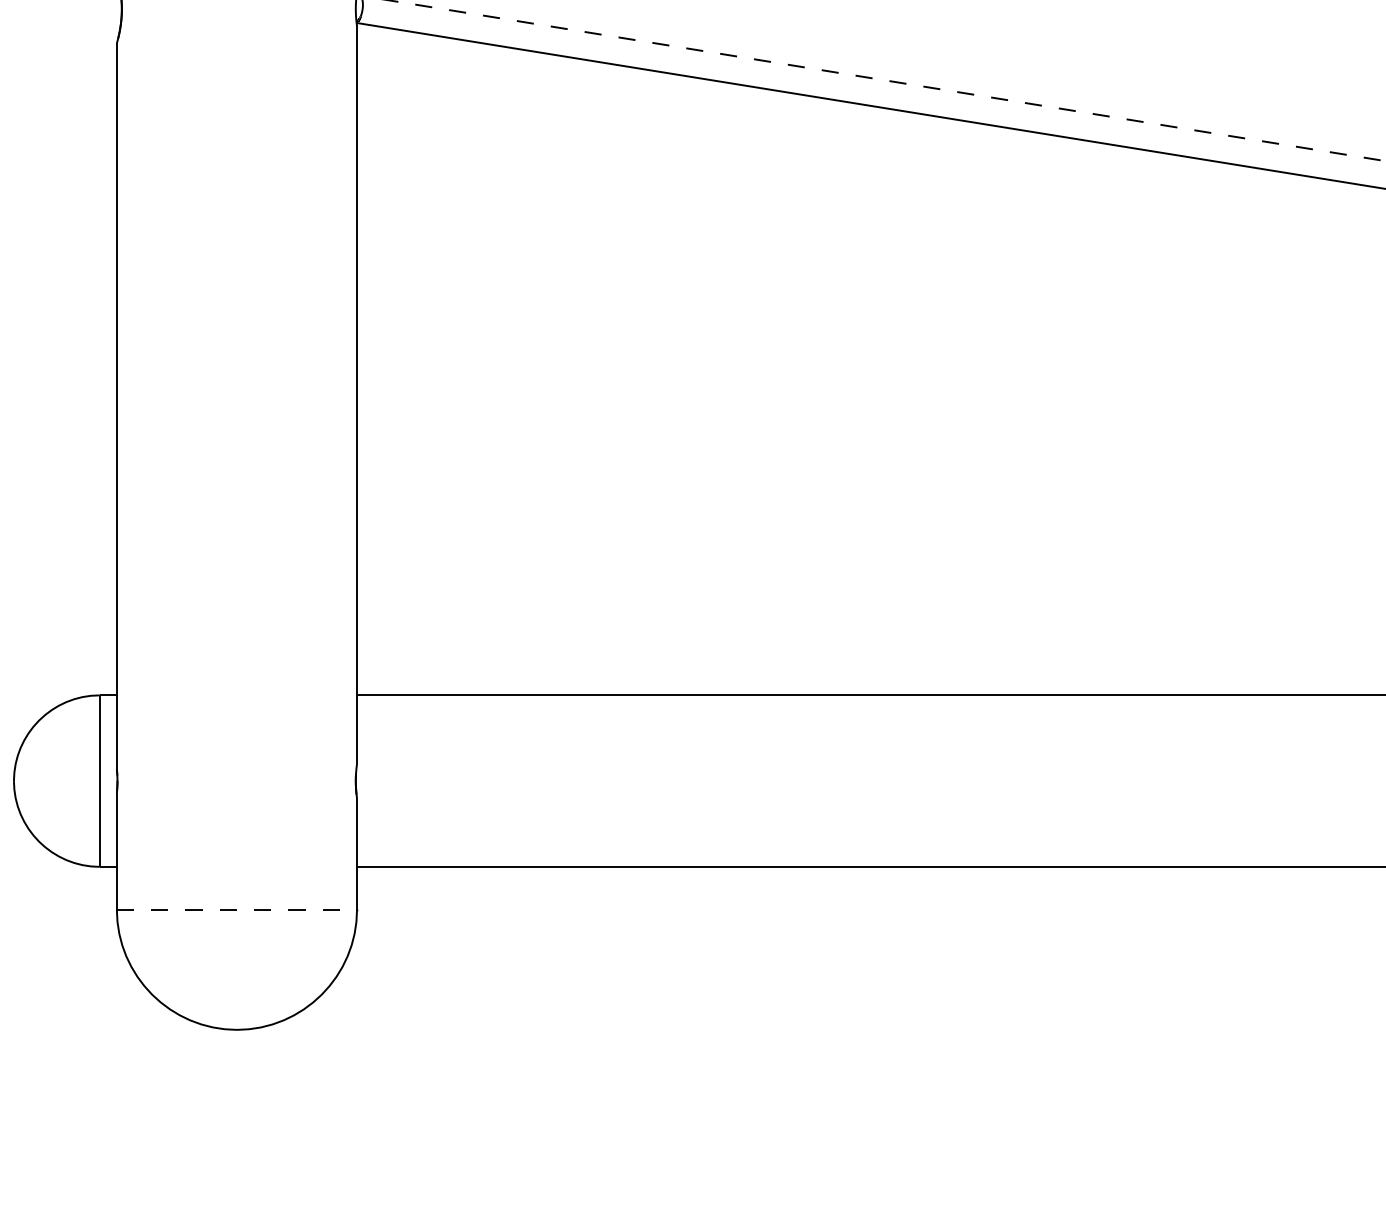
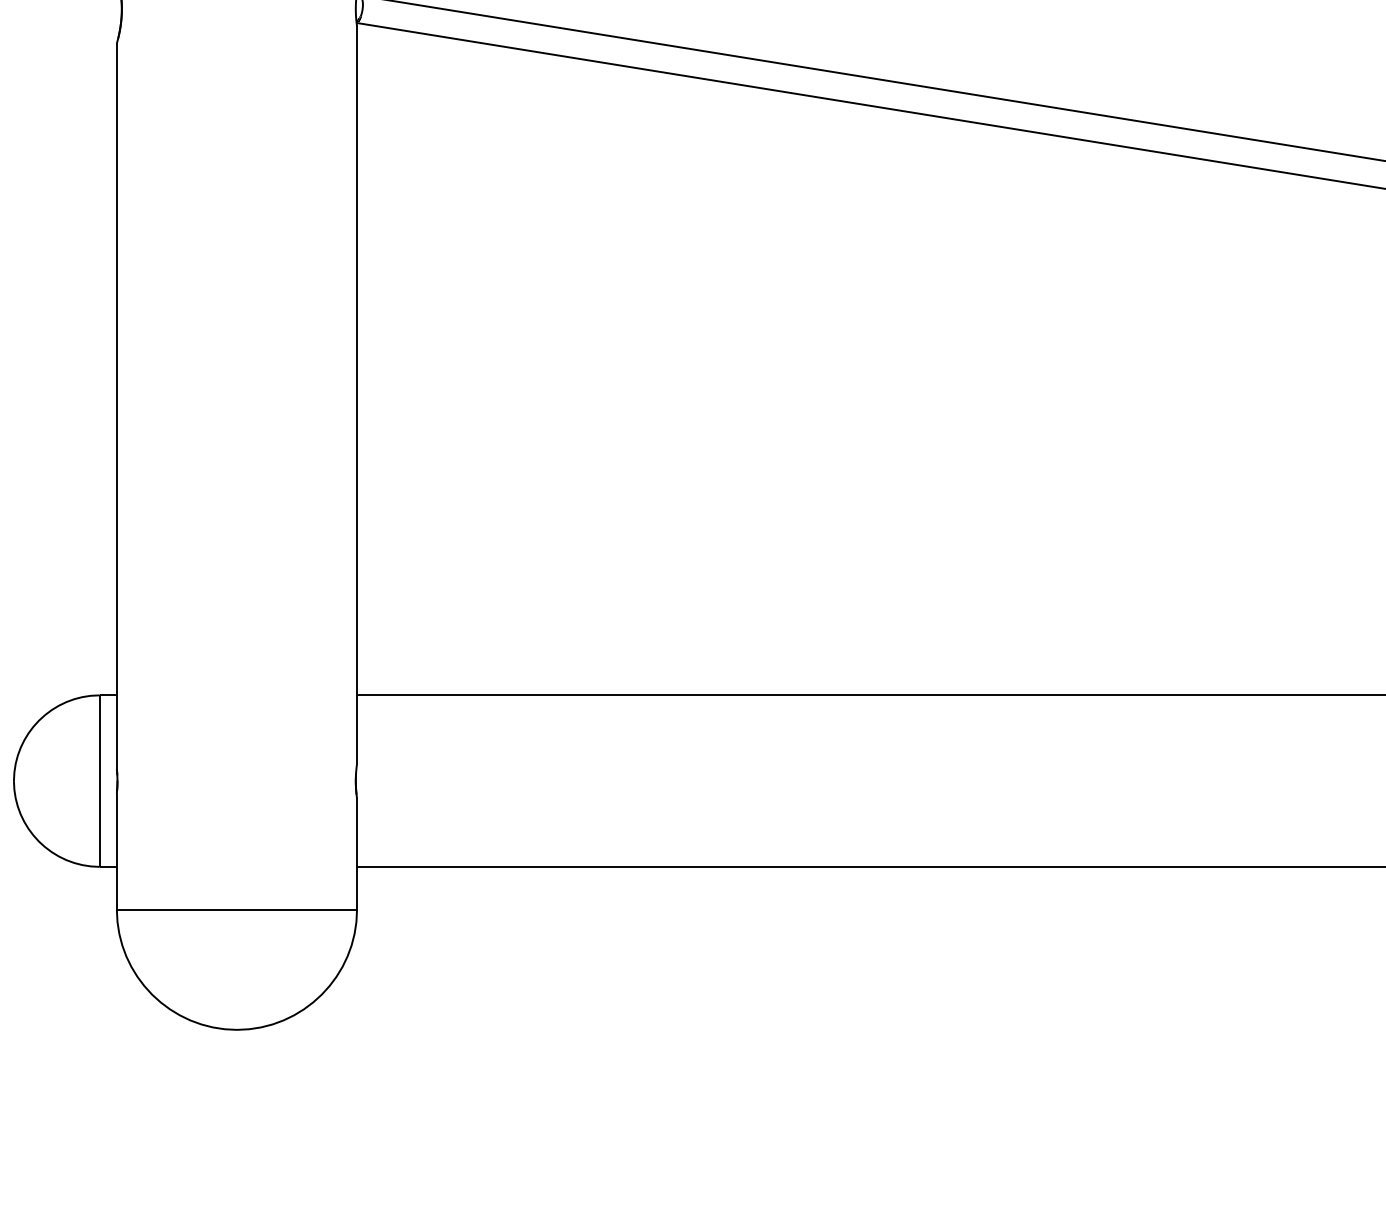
line at (886, 80): dashed -> solid
line at (237, 909): dashed -> solid
